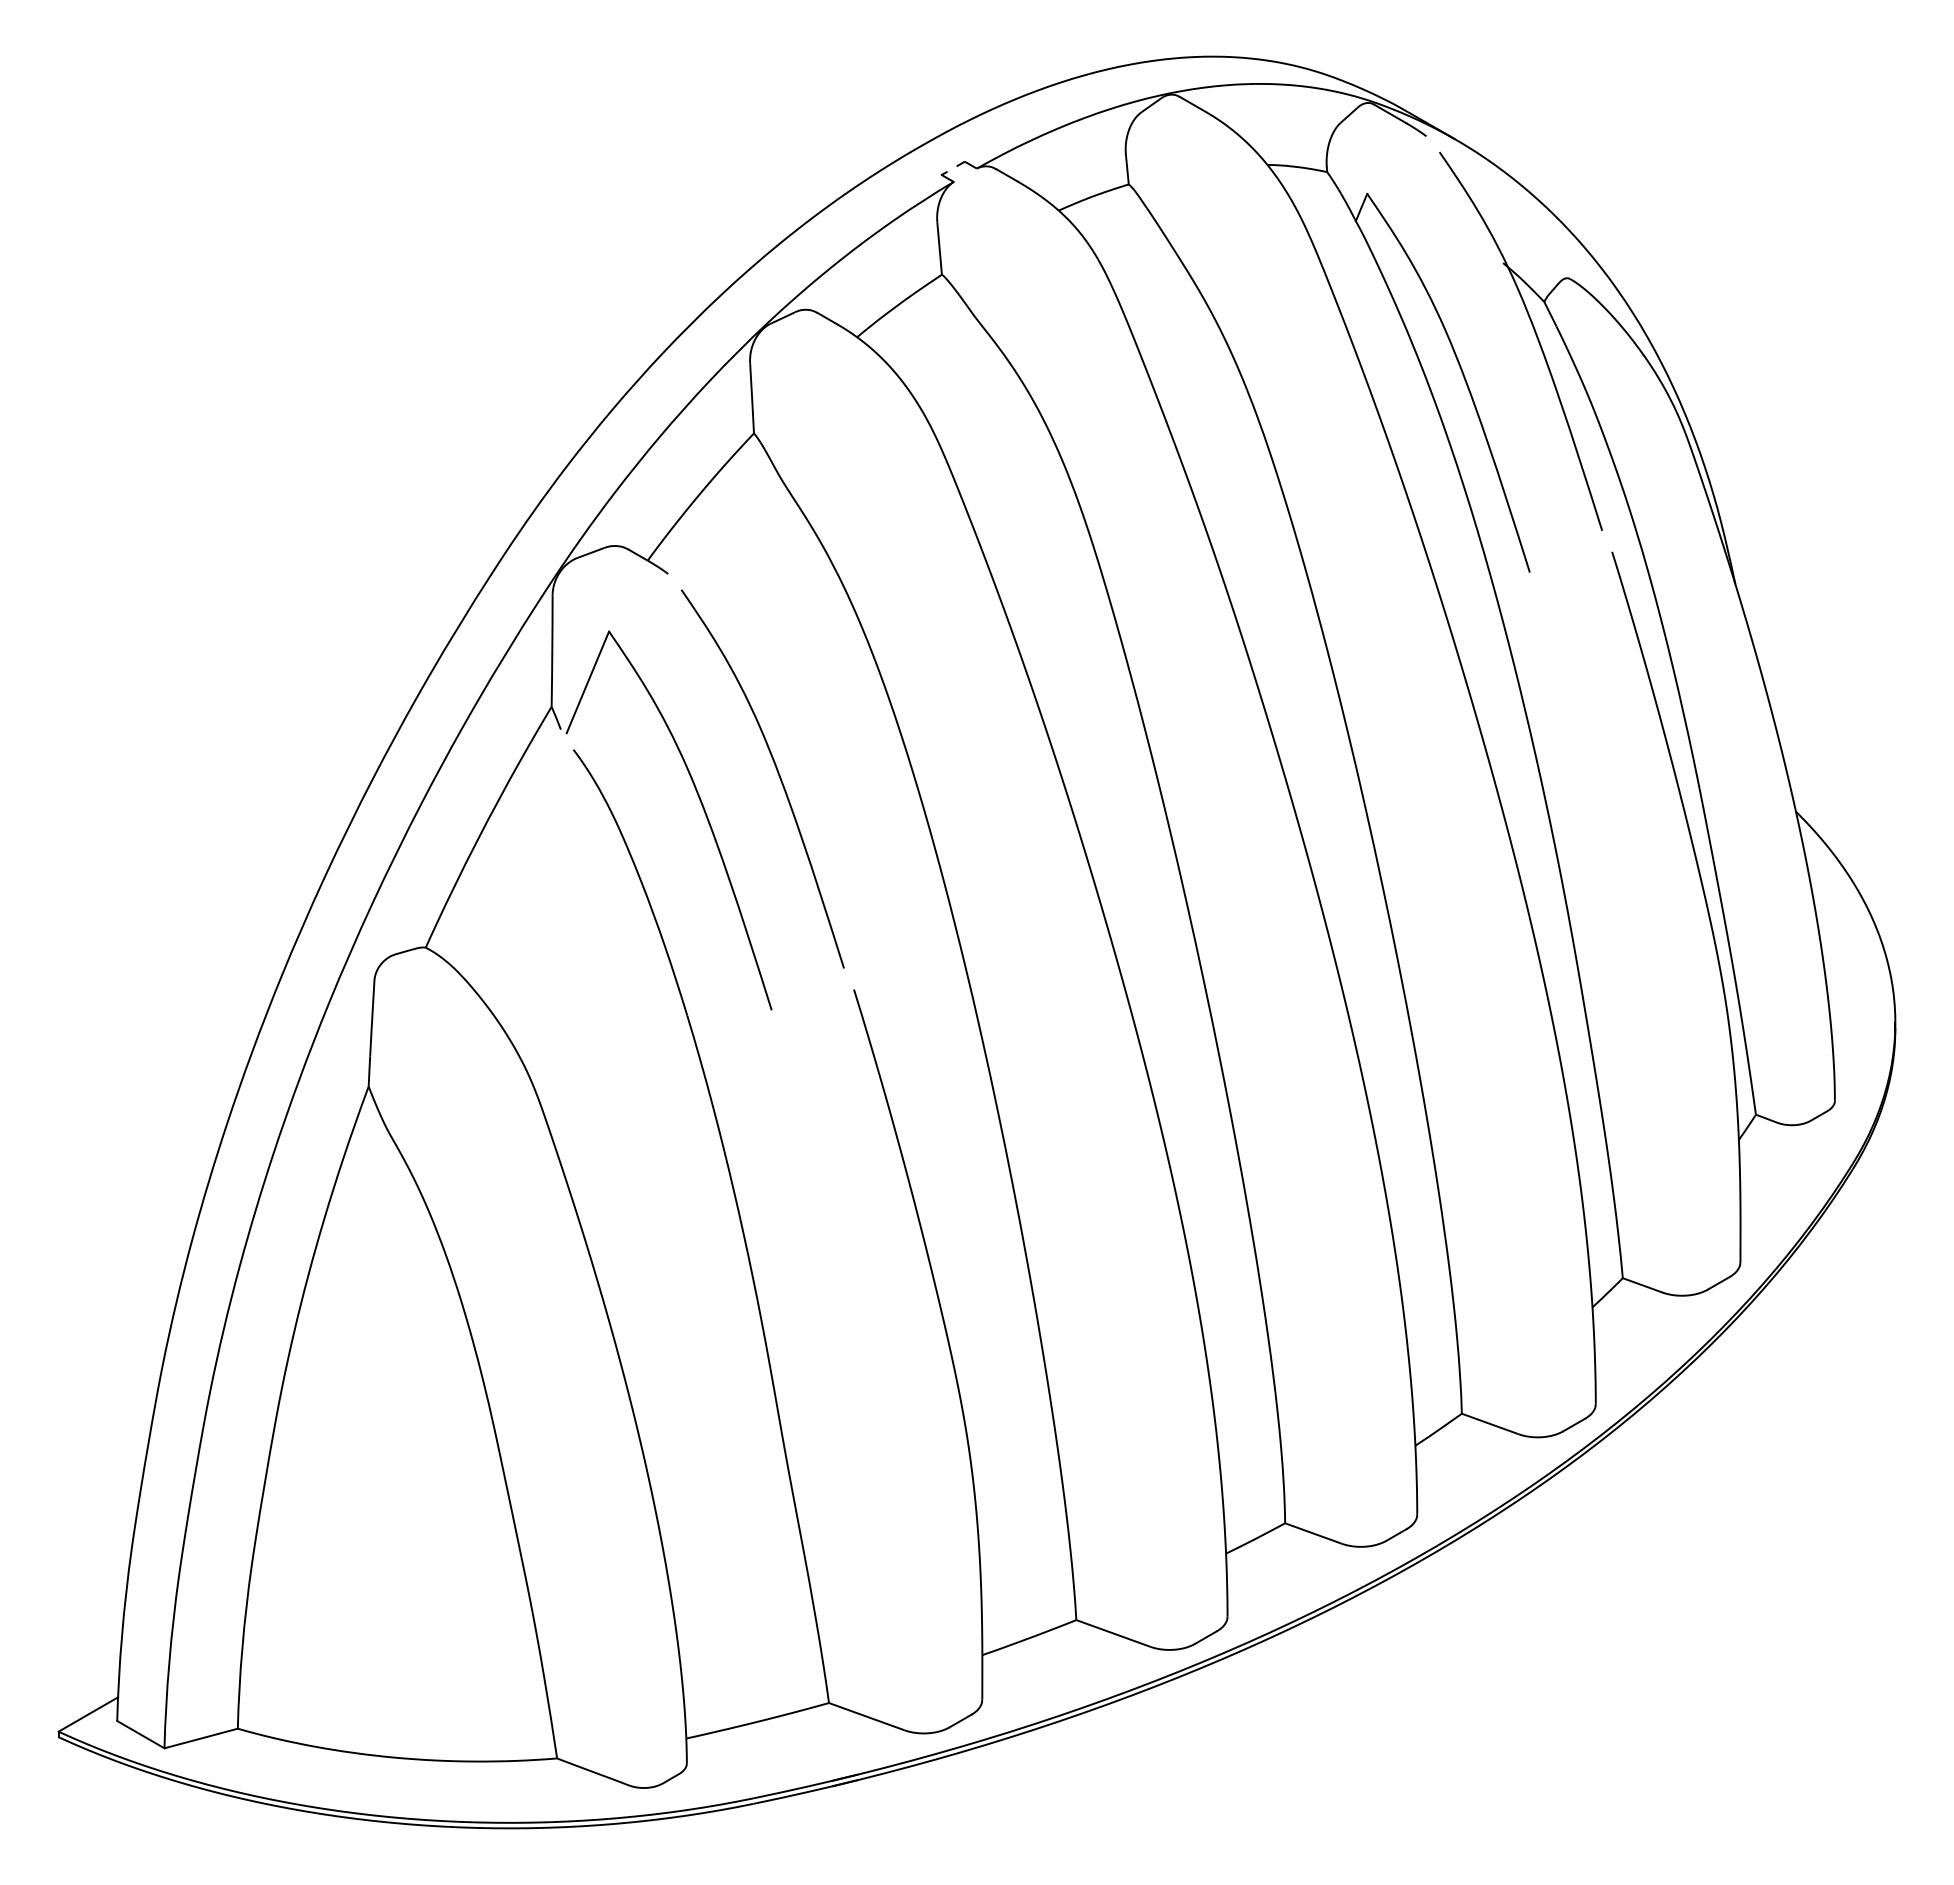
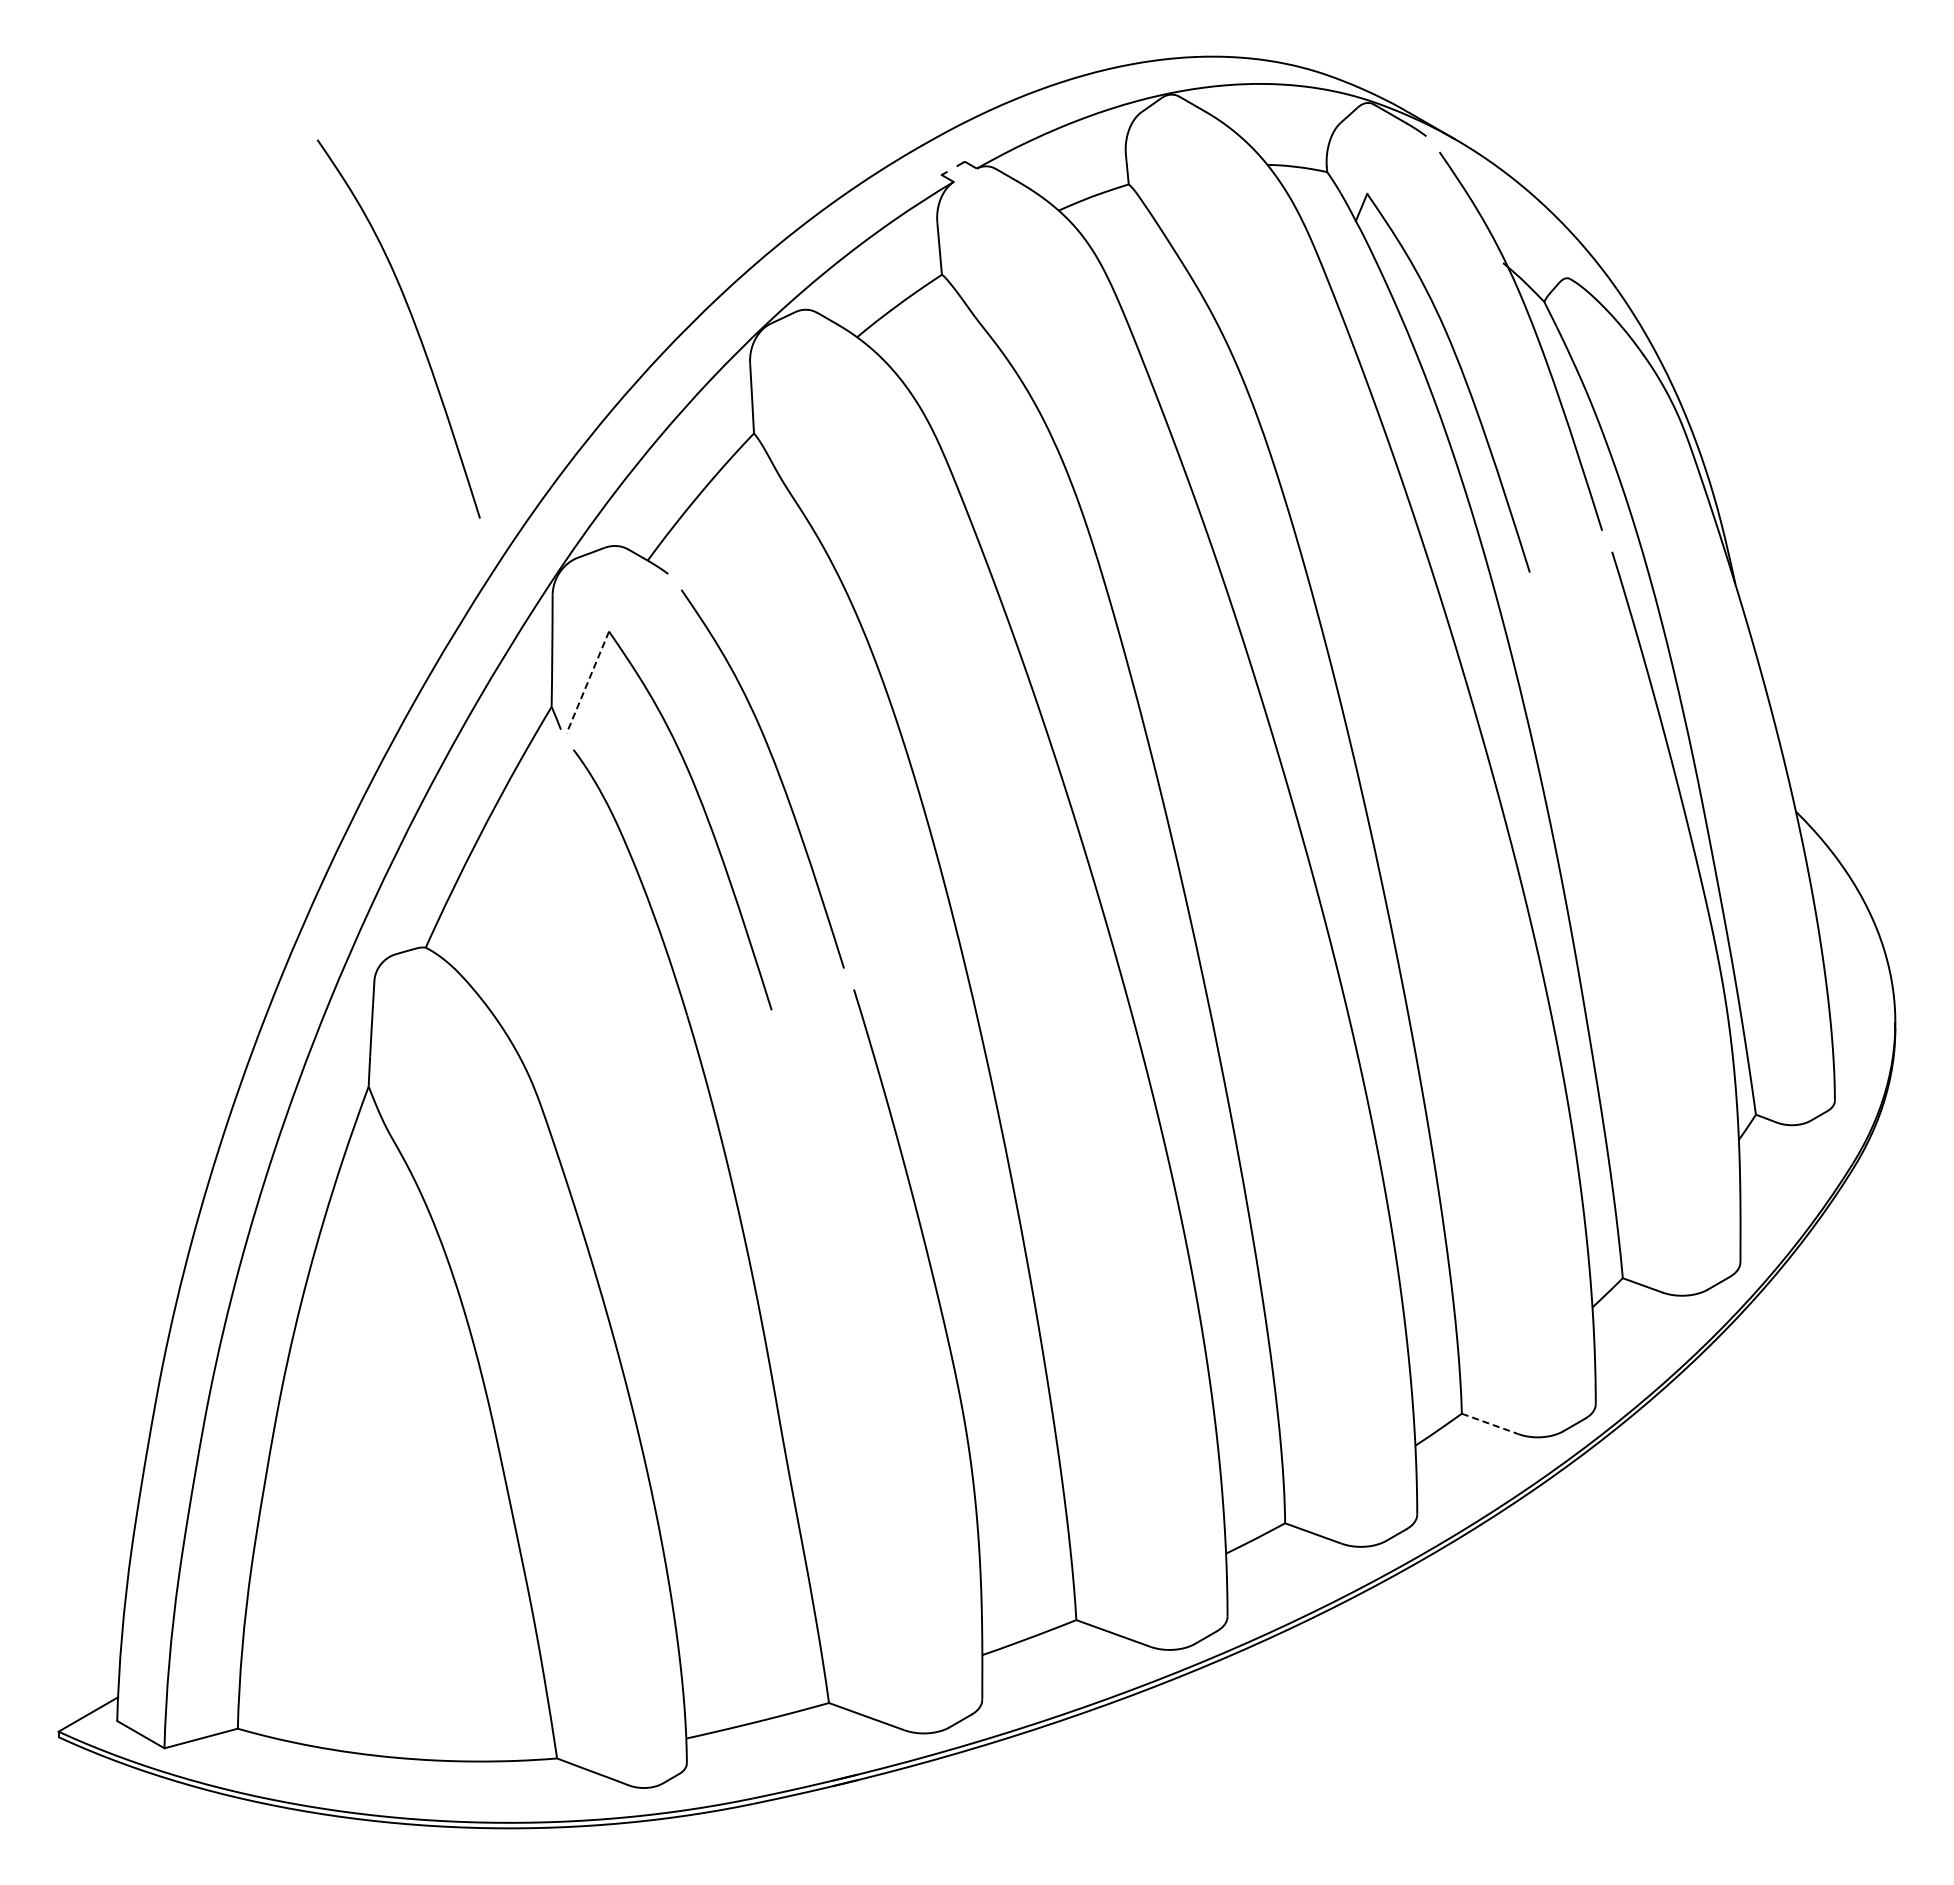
curve at (413, 323): none -> present
line at (587, 682): solid -> dashed
line at (1489, 1423): solid -> dashed
